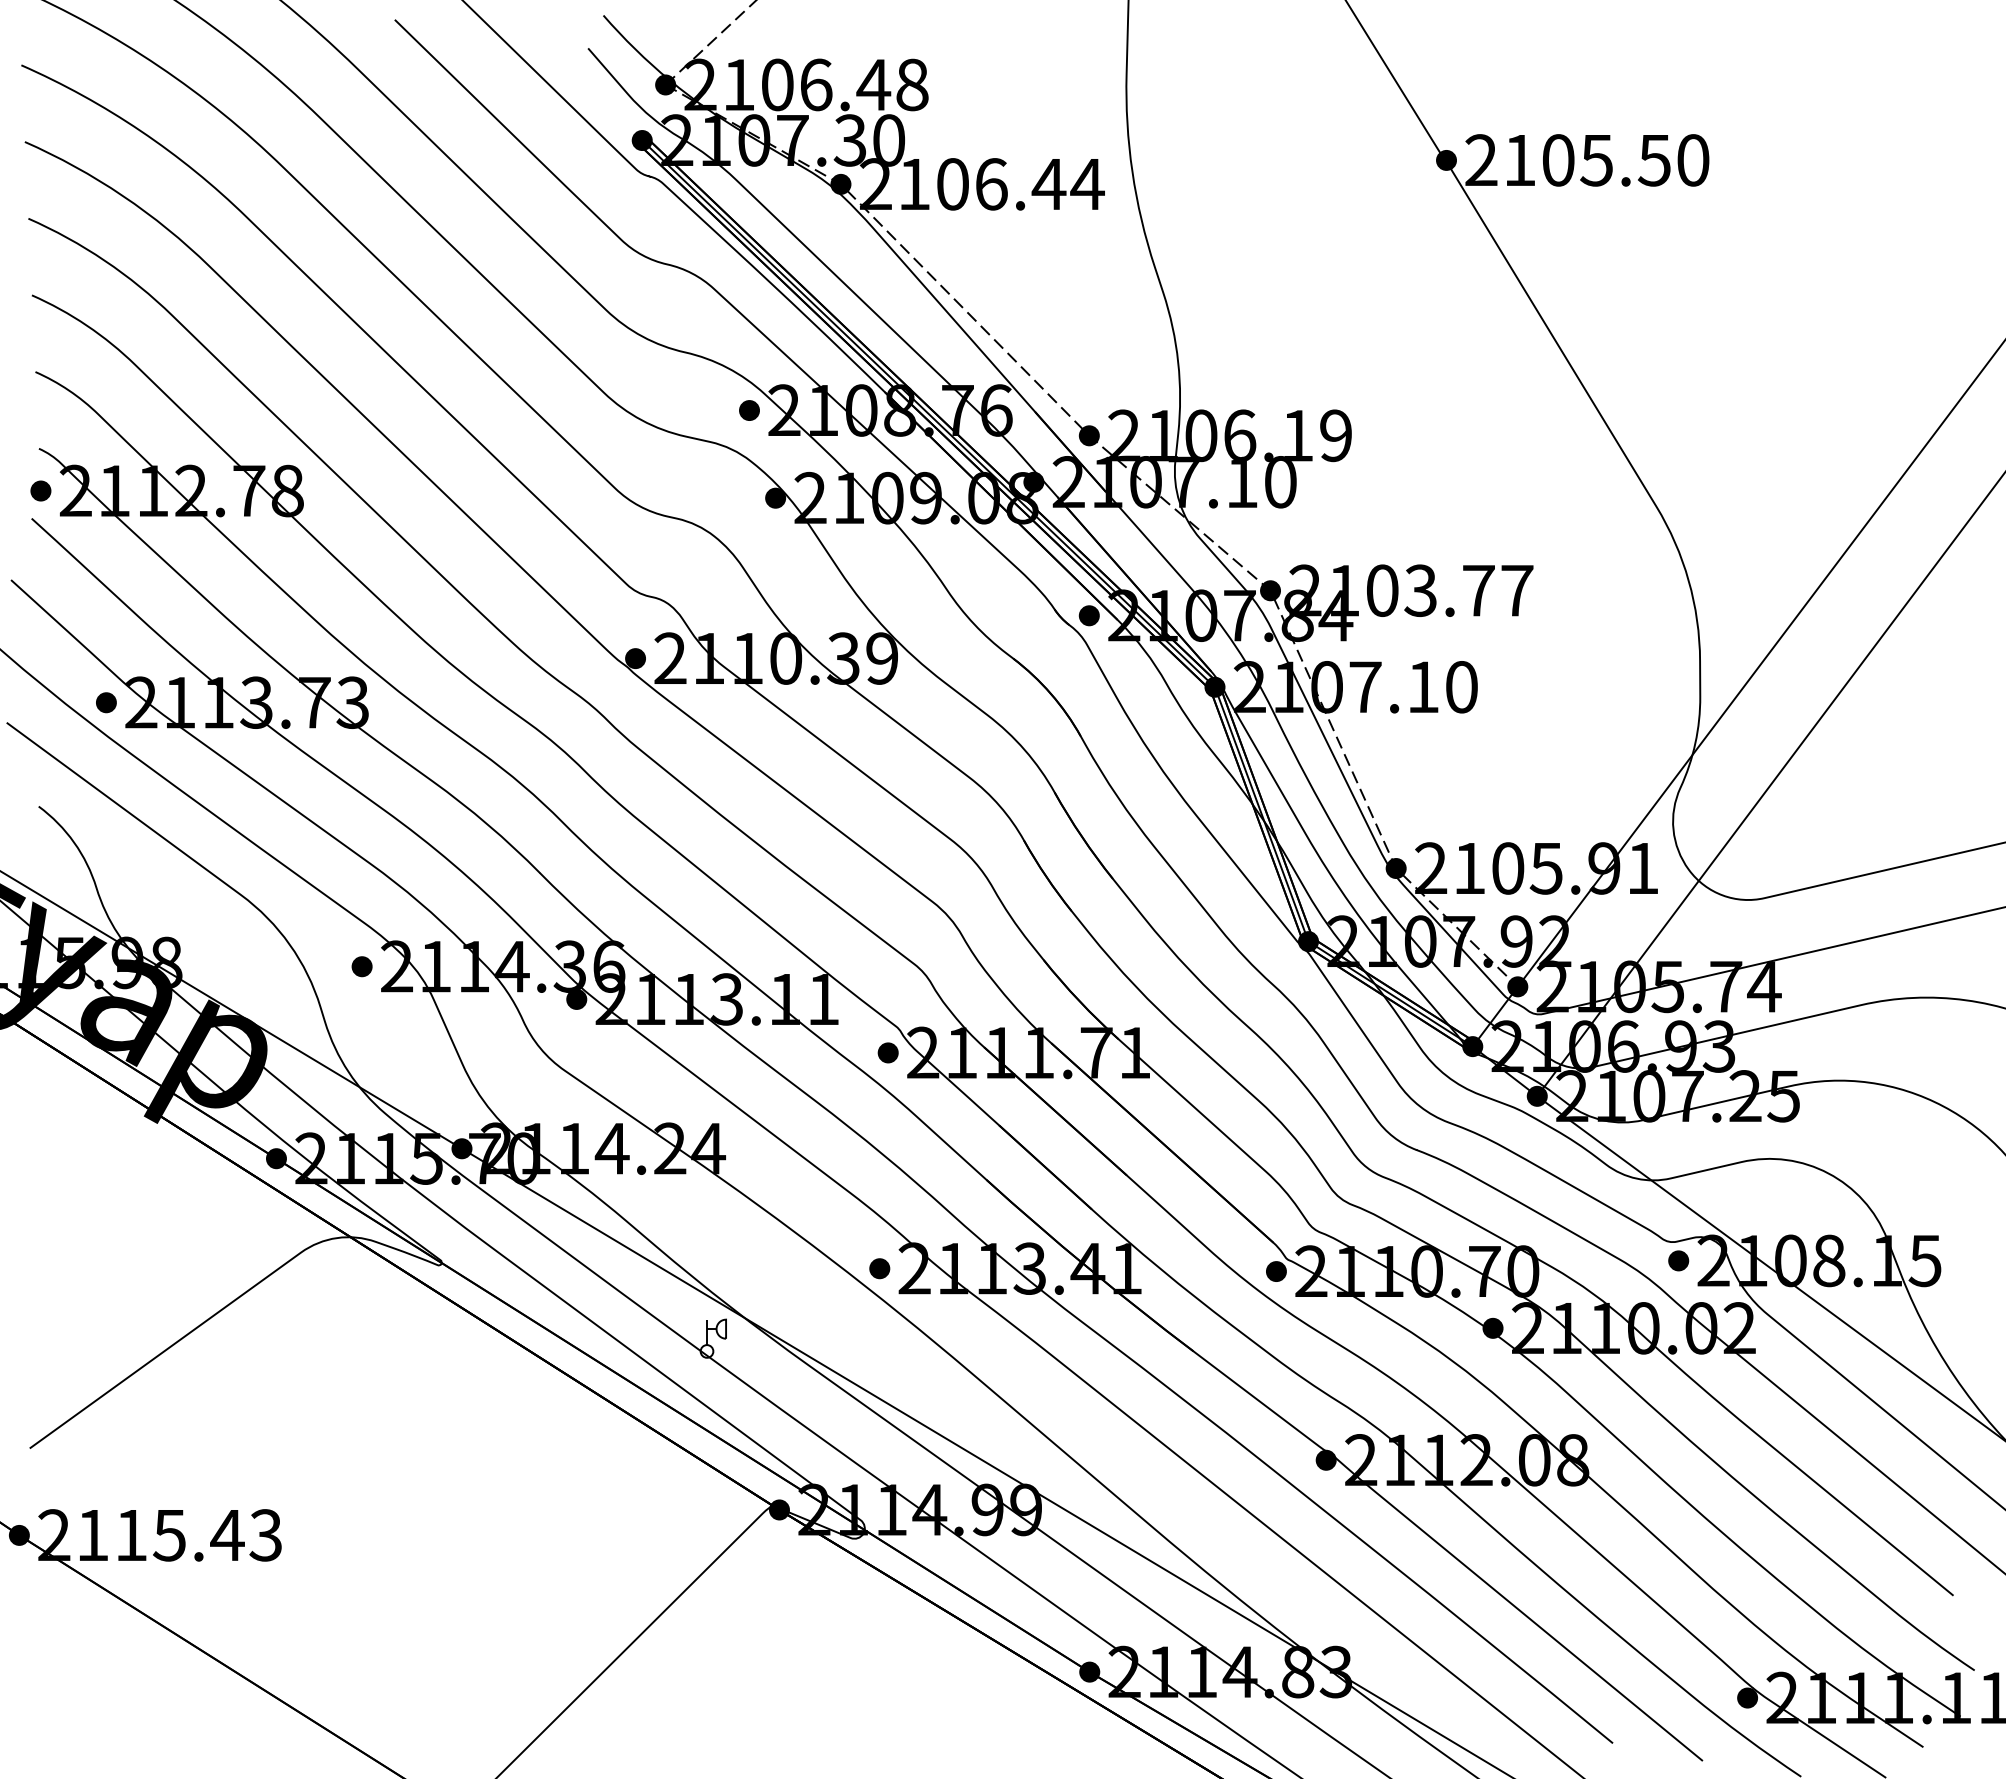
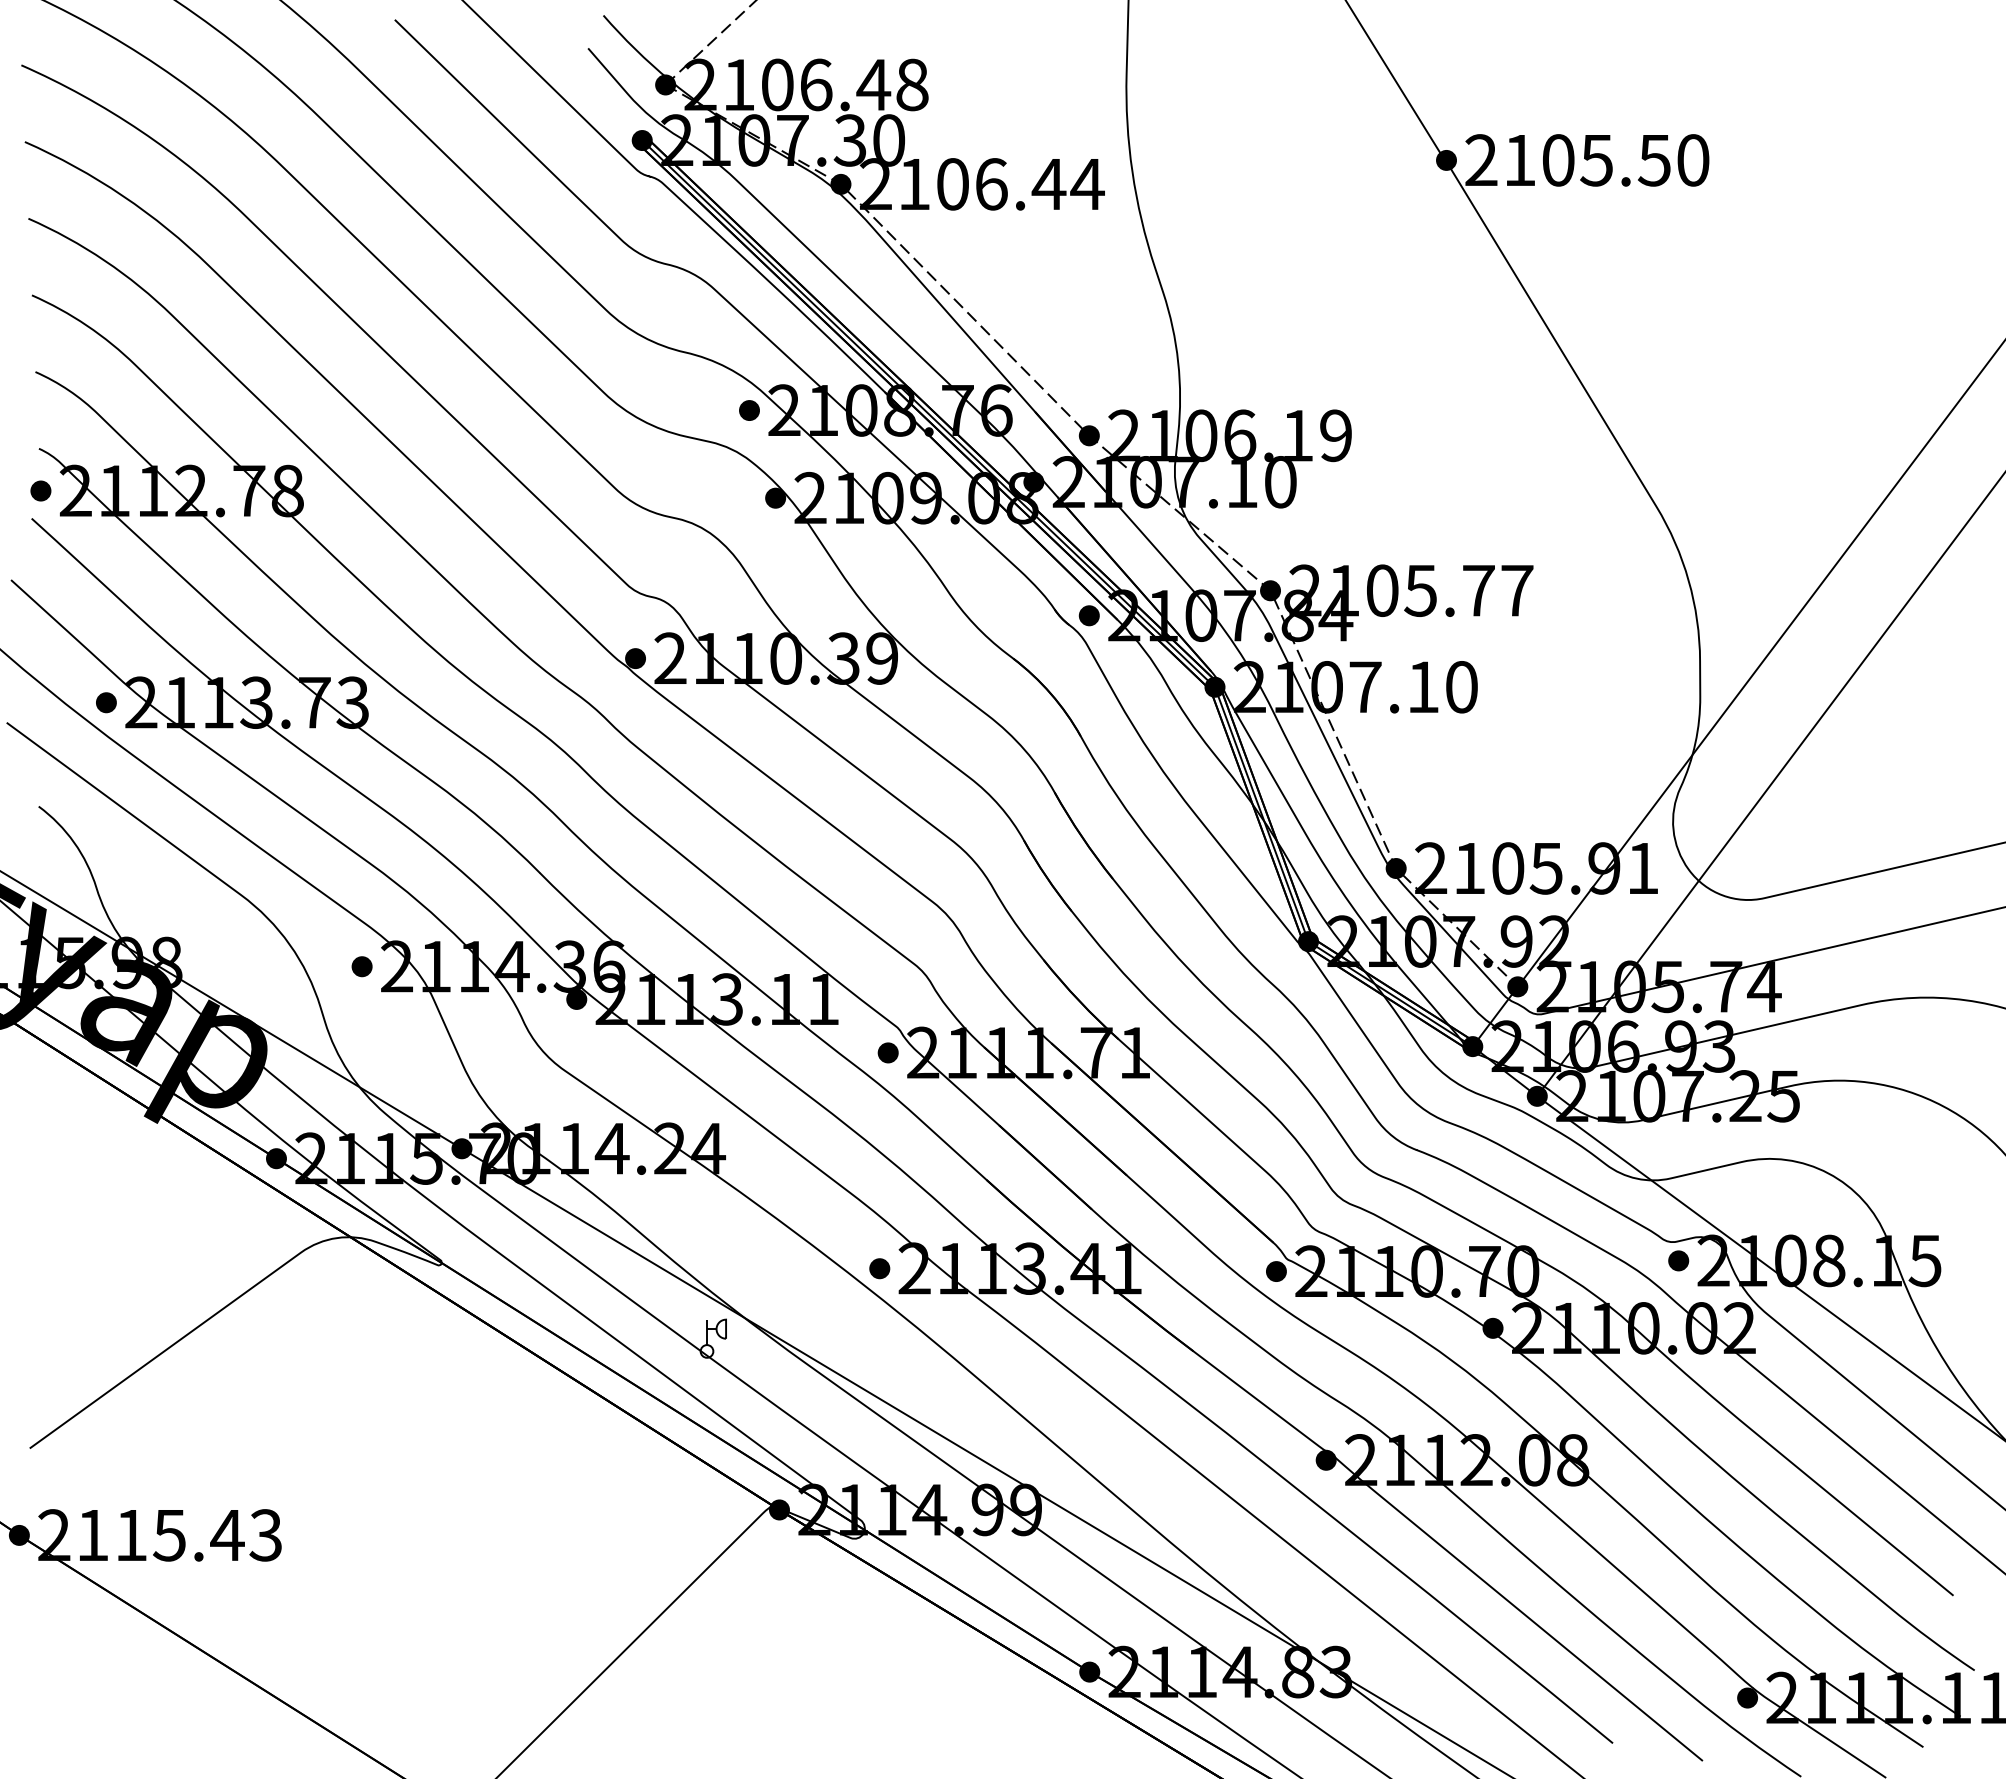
text at (1420, 590): 2103.77 -> 2105.77
